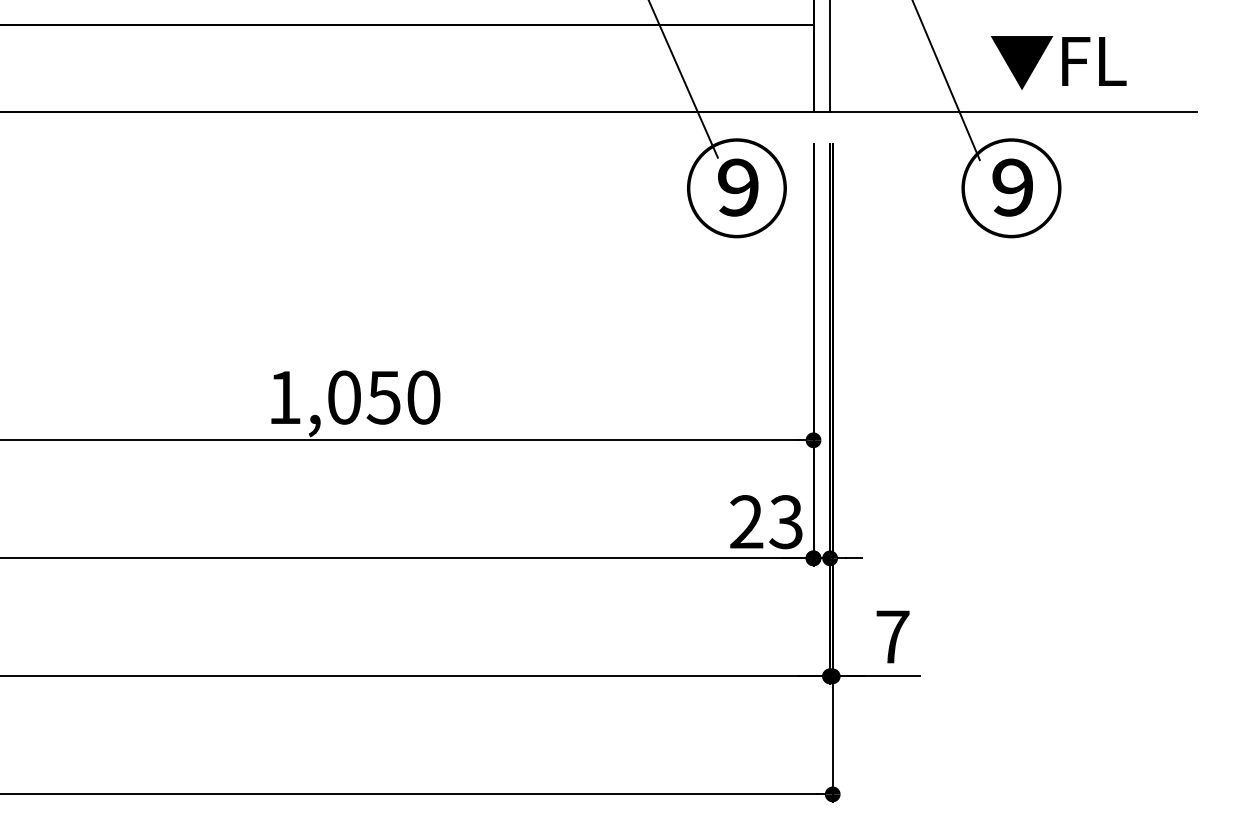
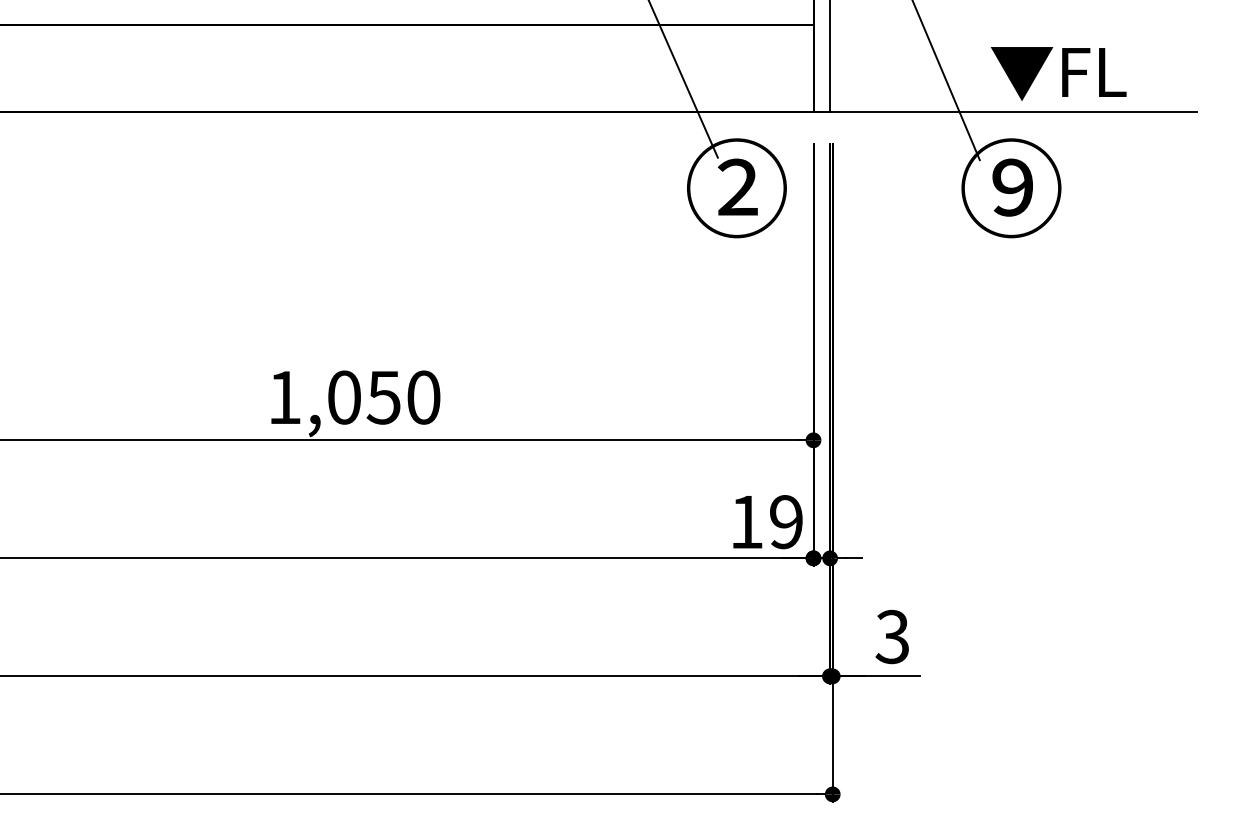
text at (1058, 62) position: (1058, 62) -> (1058, 73)
text at (737, 187): ⑨ -> ②
text at (766, 522): 23 -> 19
text at (892, 636): 7 -> 3
